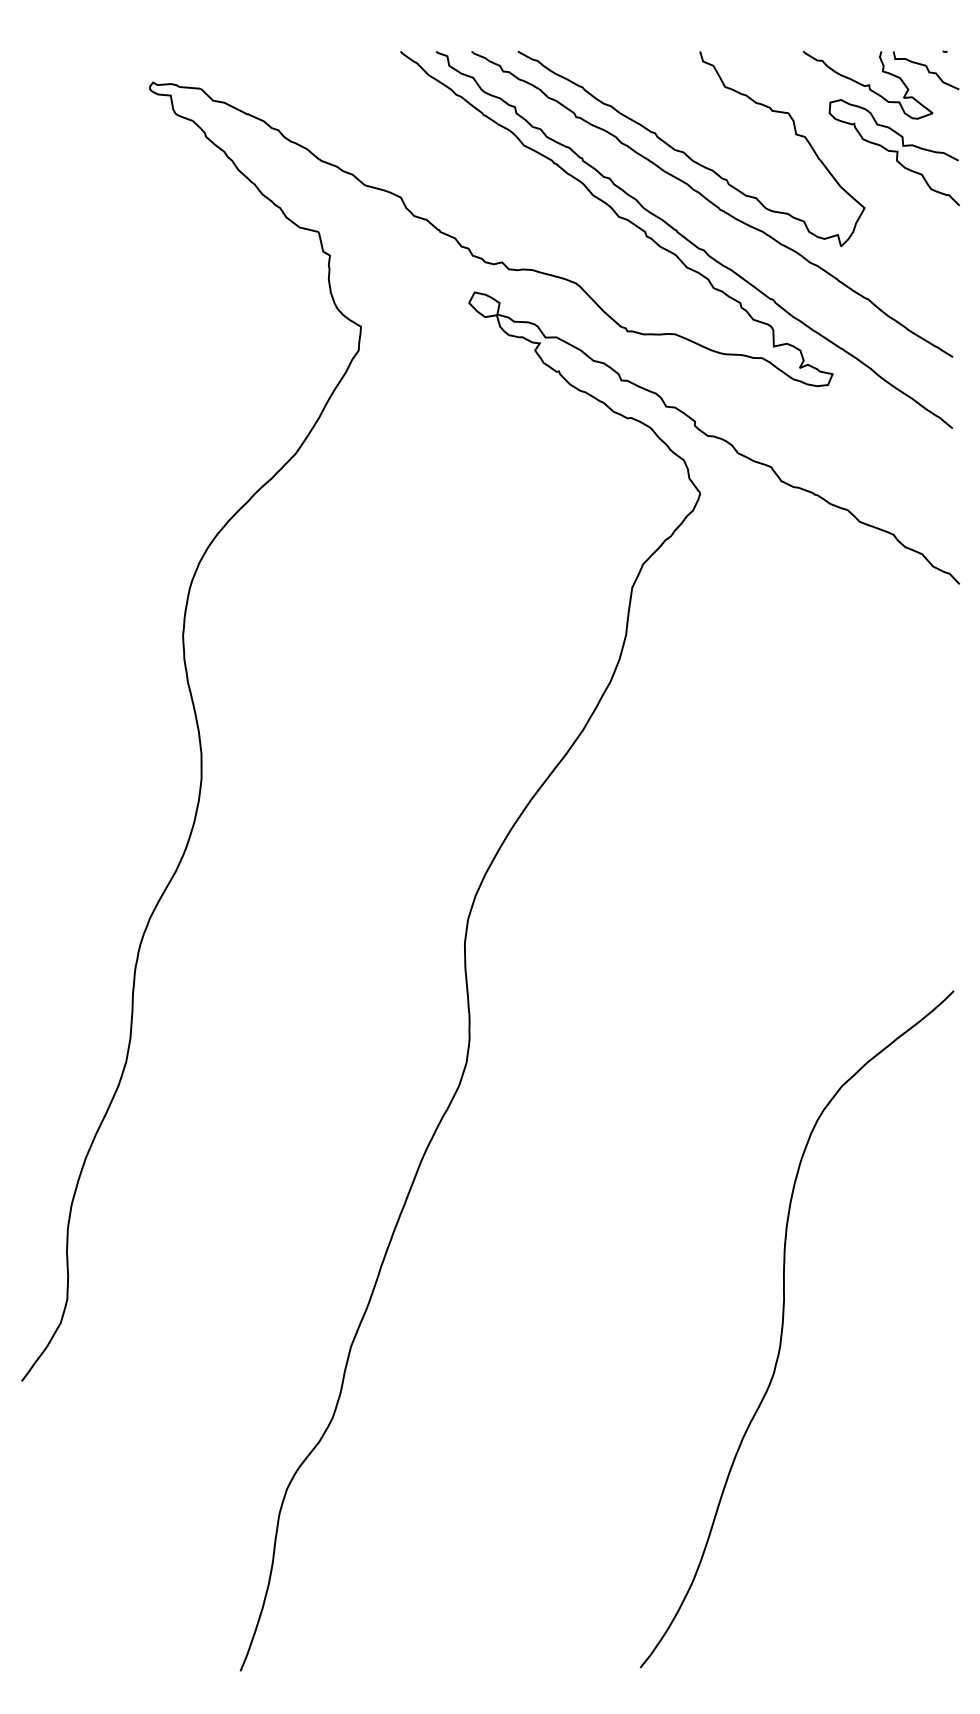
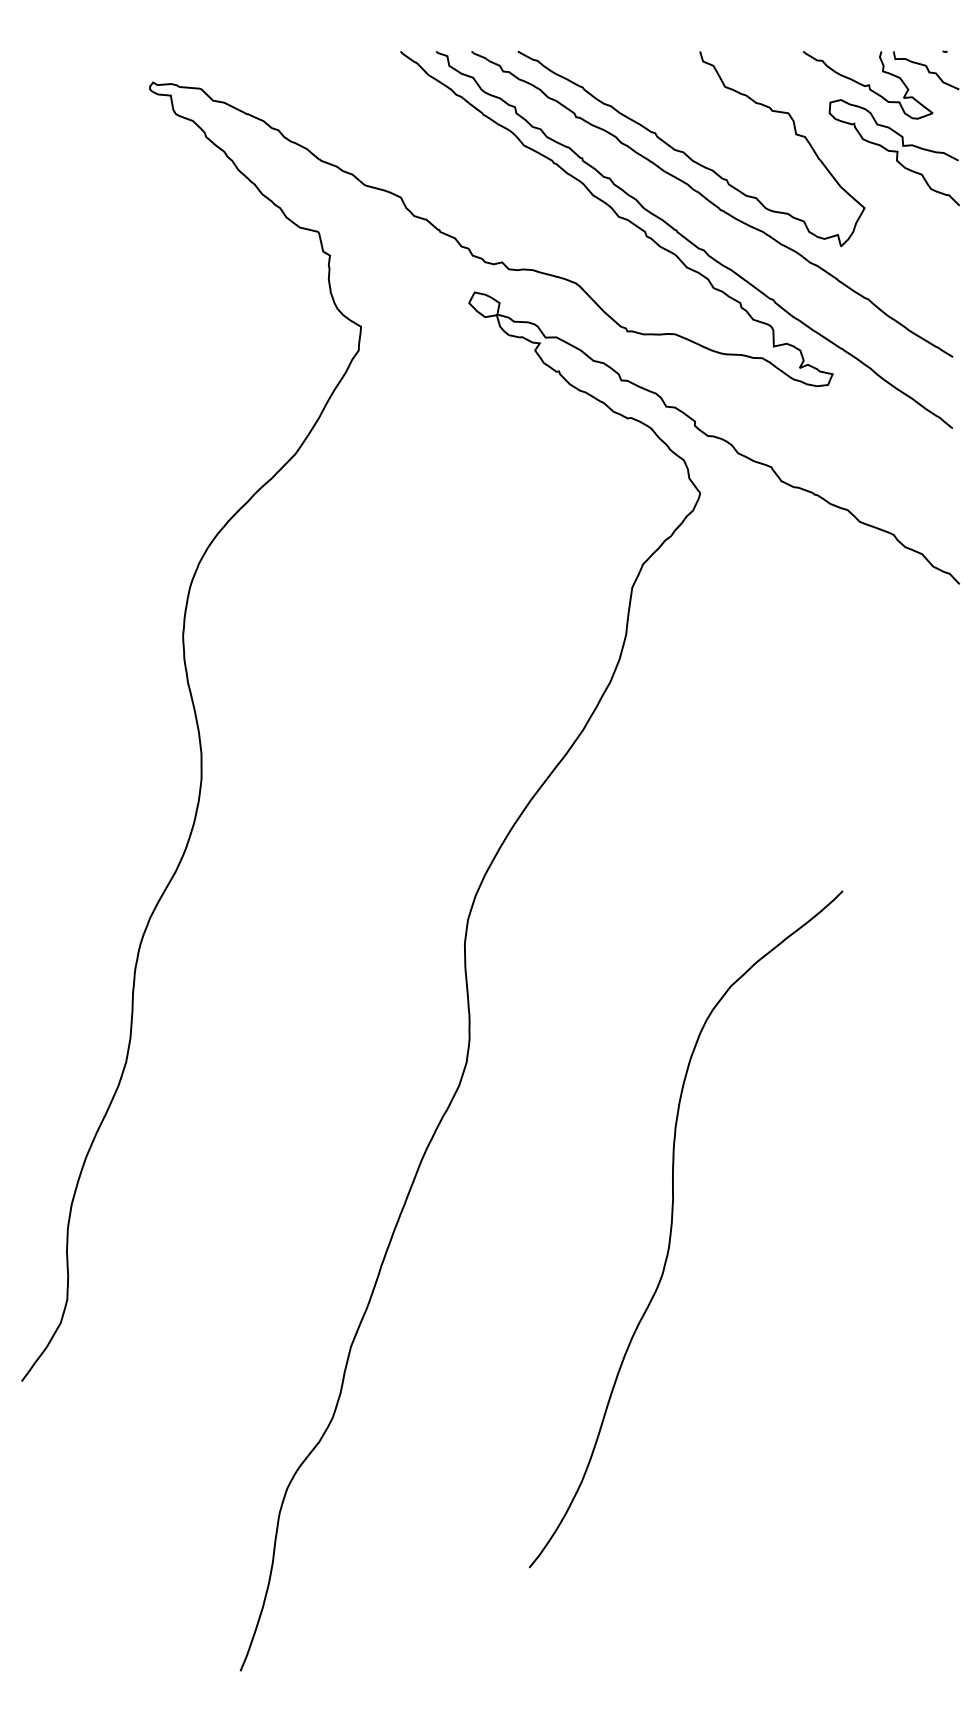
curve at (783, 1328) position: (783, 1328) -> (672, 1228)
